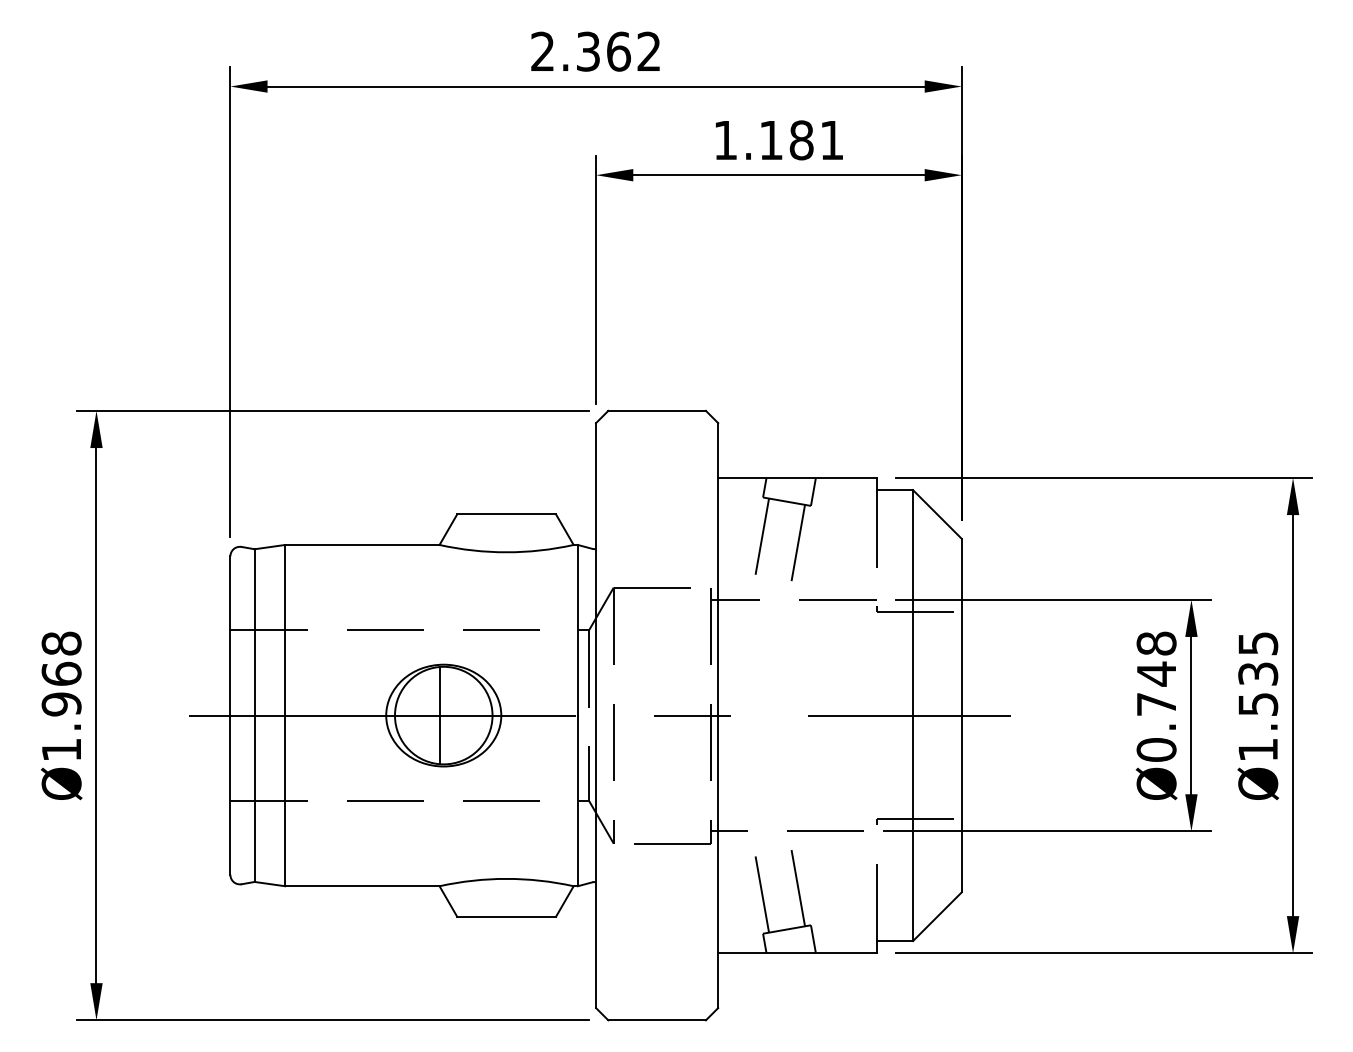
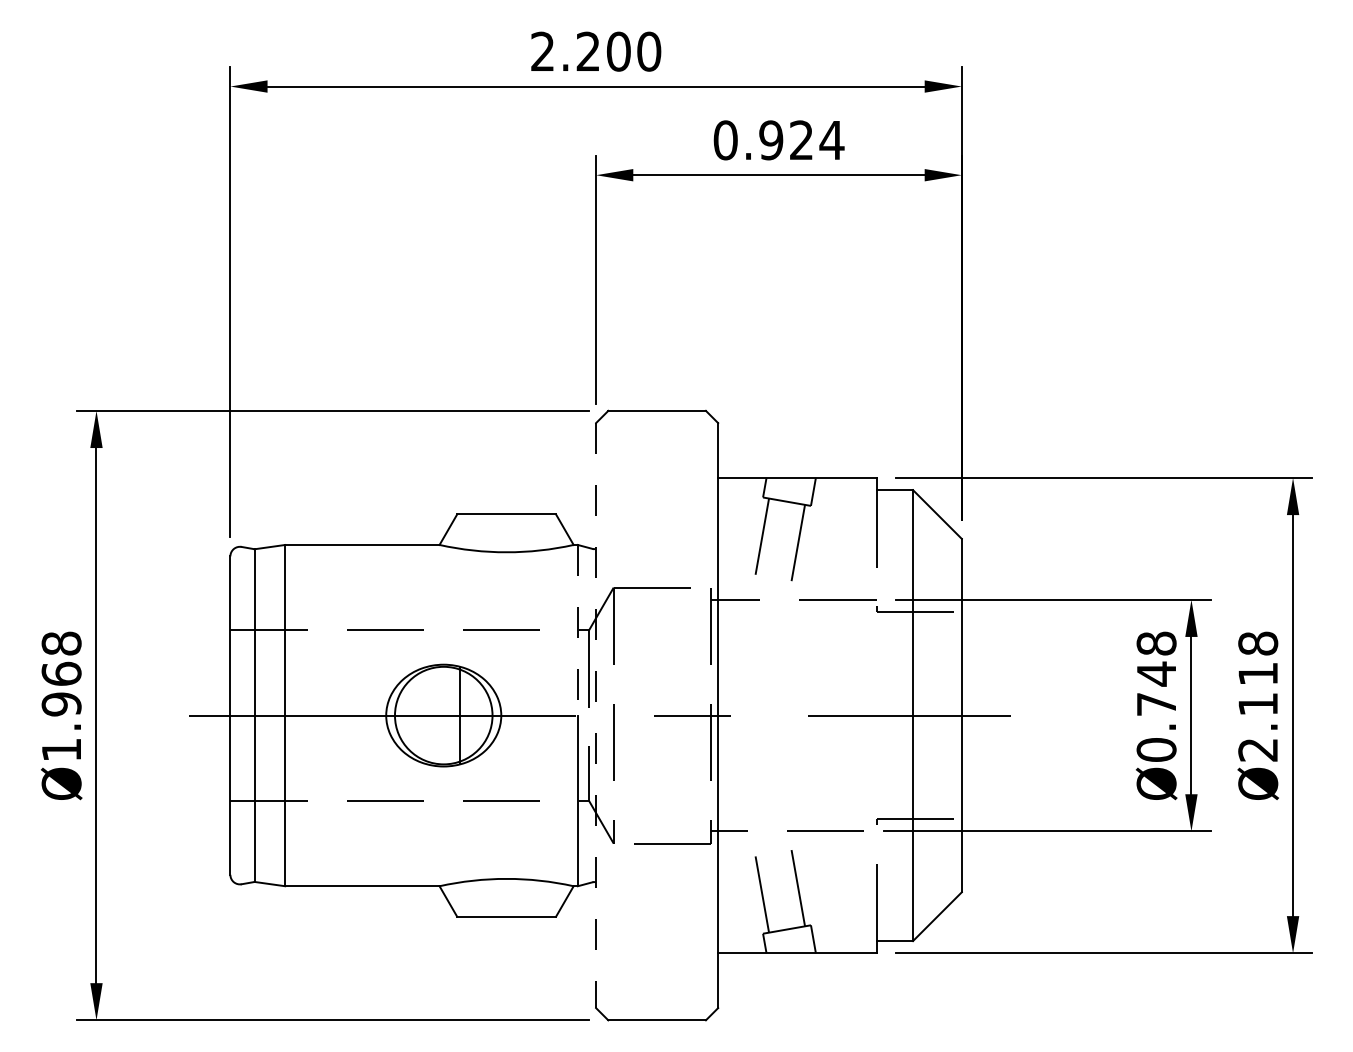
text at (618, 51): 2.362 -> 2.200
text at (778, 140): 1.181 -> 0.924
line at (577, 630): solid -> dashed
text at (1258, 696): Ø1.535 -> Ø2.118
line at (439, 715) position: (439, 715) -> (459, 715)
line at (596, 715): solid -> dashed
